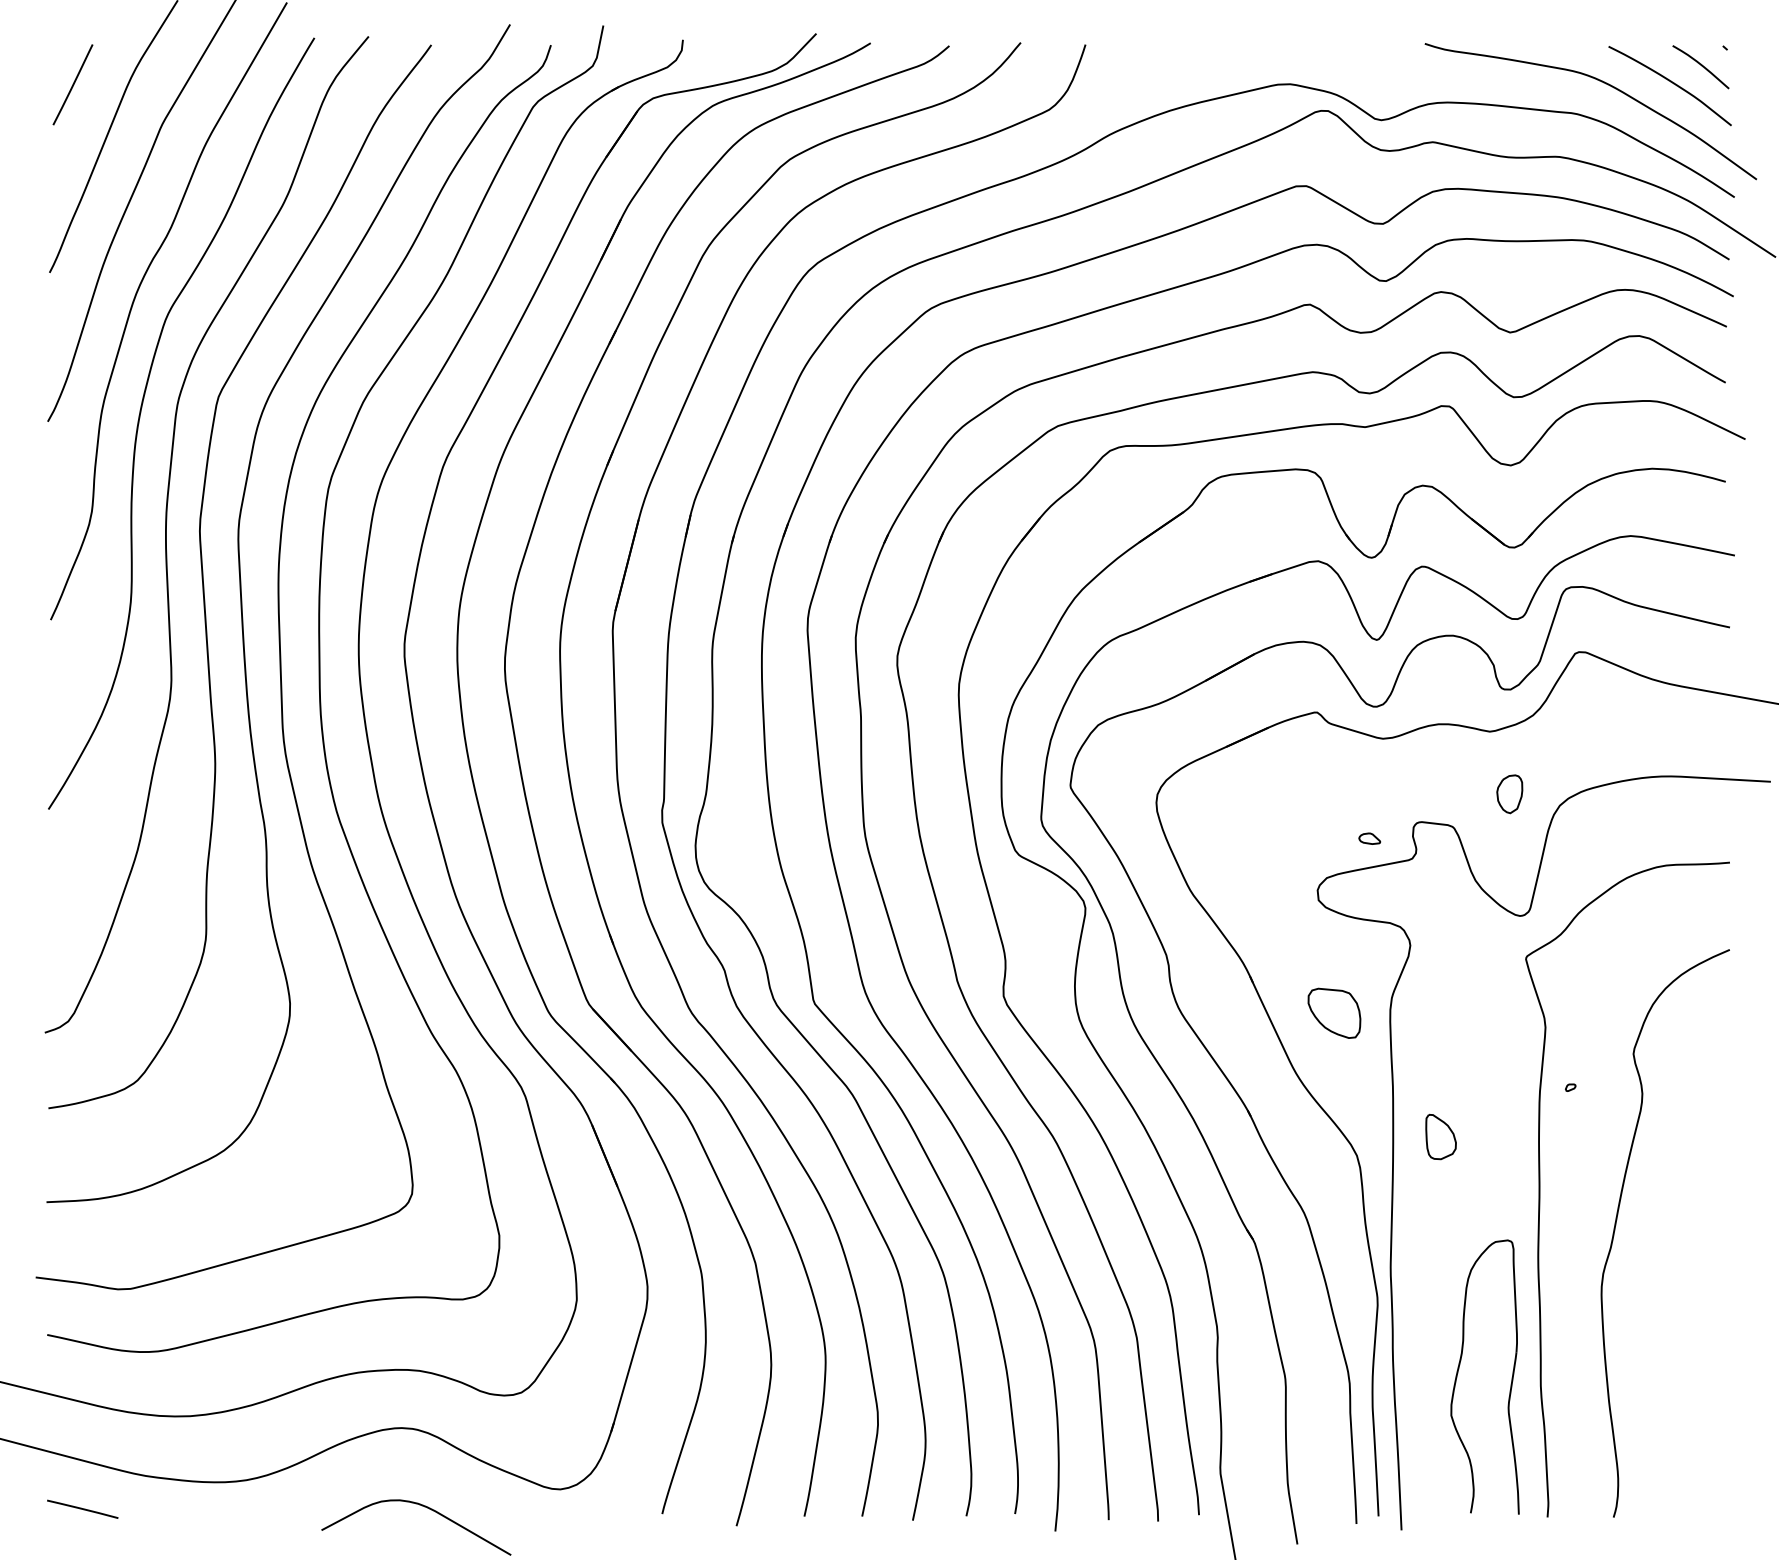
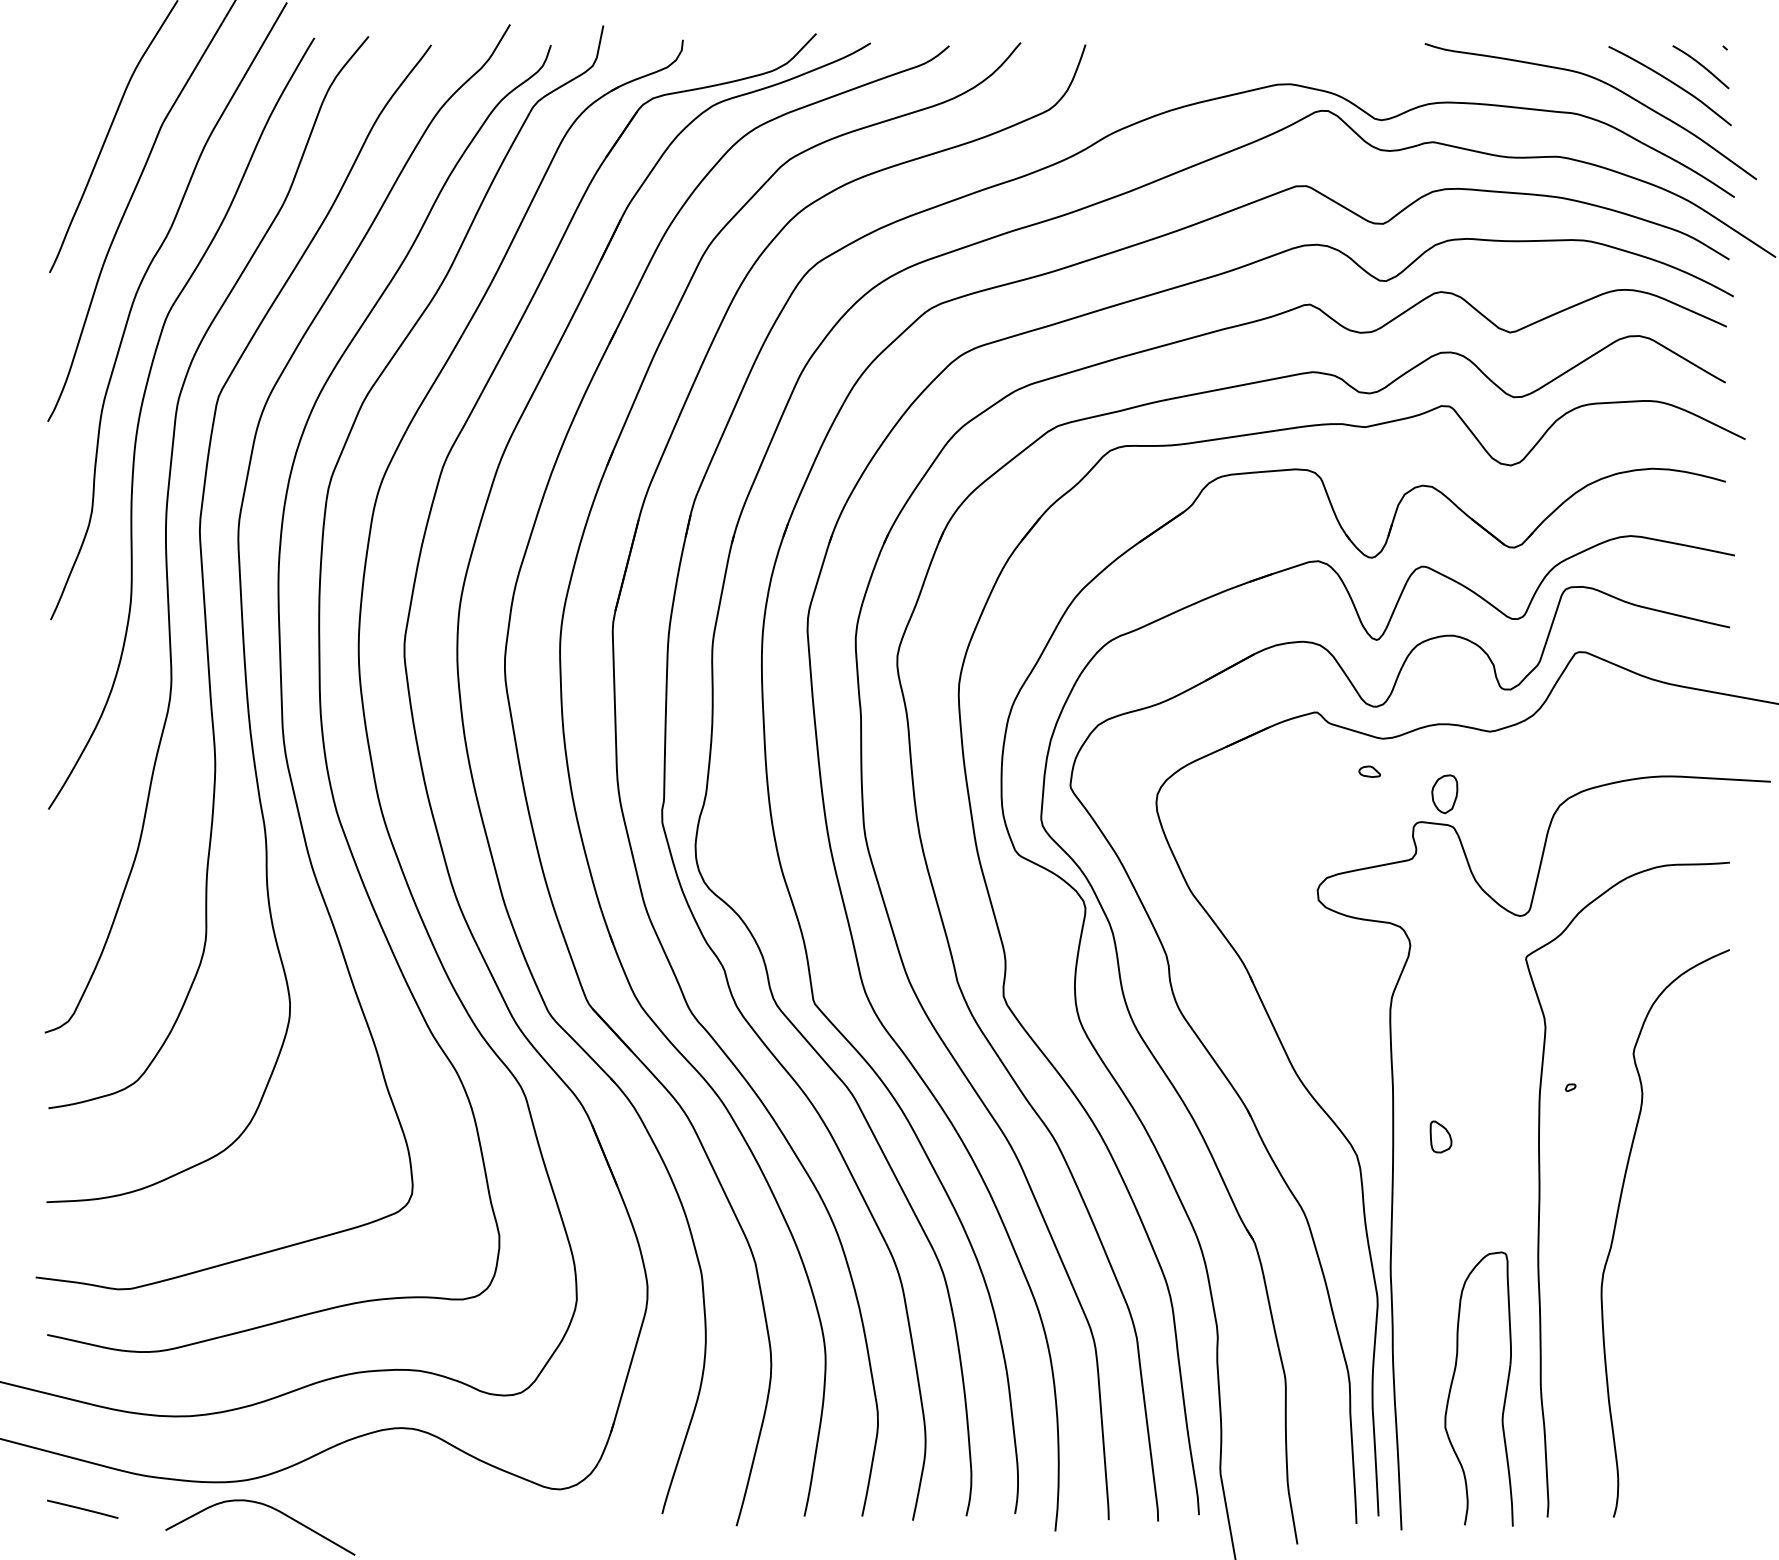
line at (72, 84): present -> none
part at (1509, 794) position: (1509, 794) -> (1444, 794)
part at (1369, 838) position: (1369, 838) -> (1369, 771)
part at (1334, 1012): present -> none
part at (1440, 1136) size: 32x48 px -> 24x34 px
part at (1459, 1369) position: (1459, 1369) -> (1453, 1381)
curve at (424, 1507) position: (424, 1507) -> (268, 1507)
